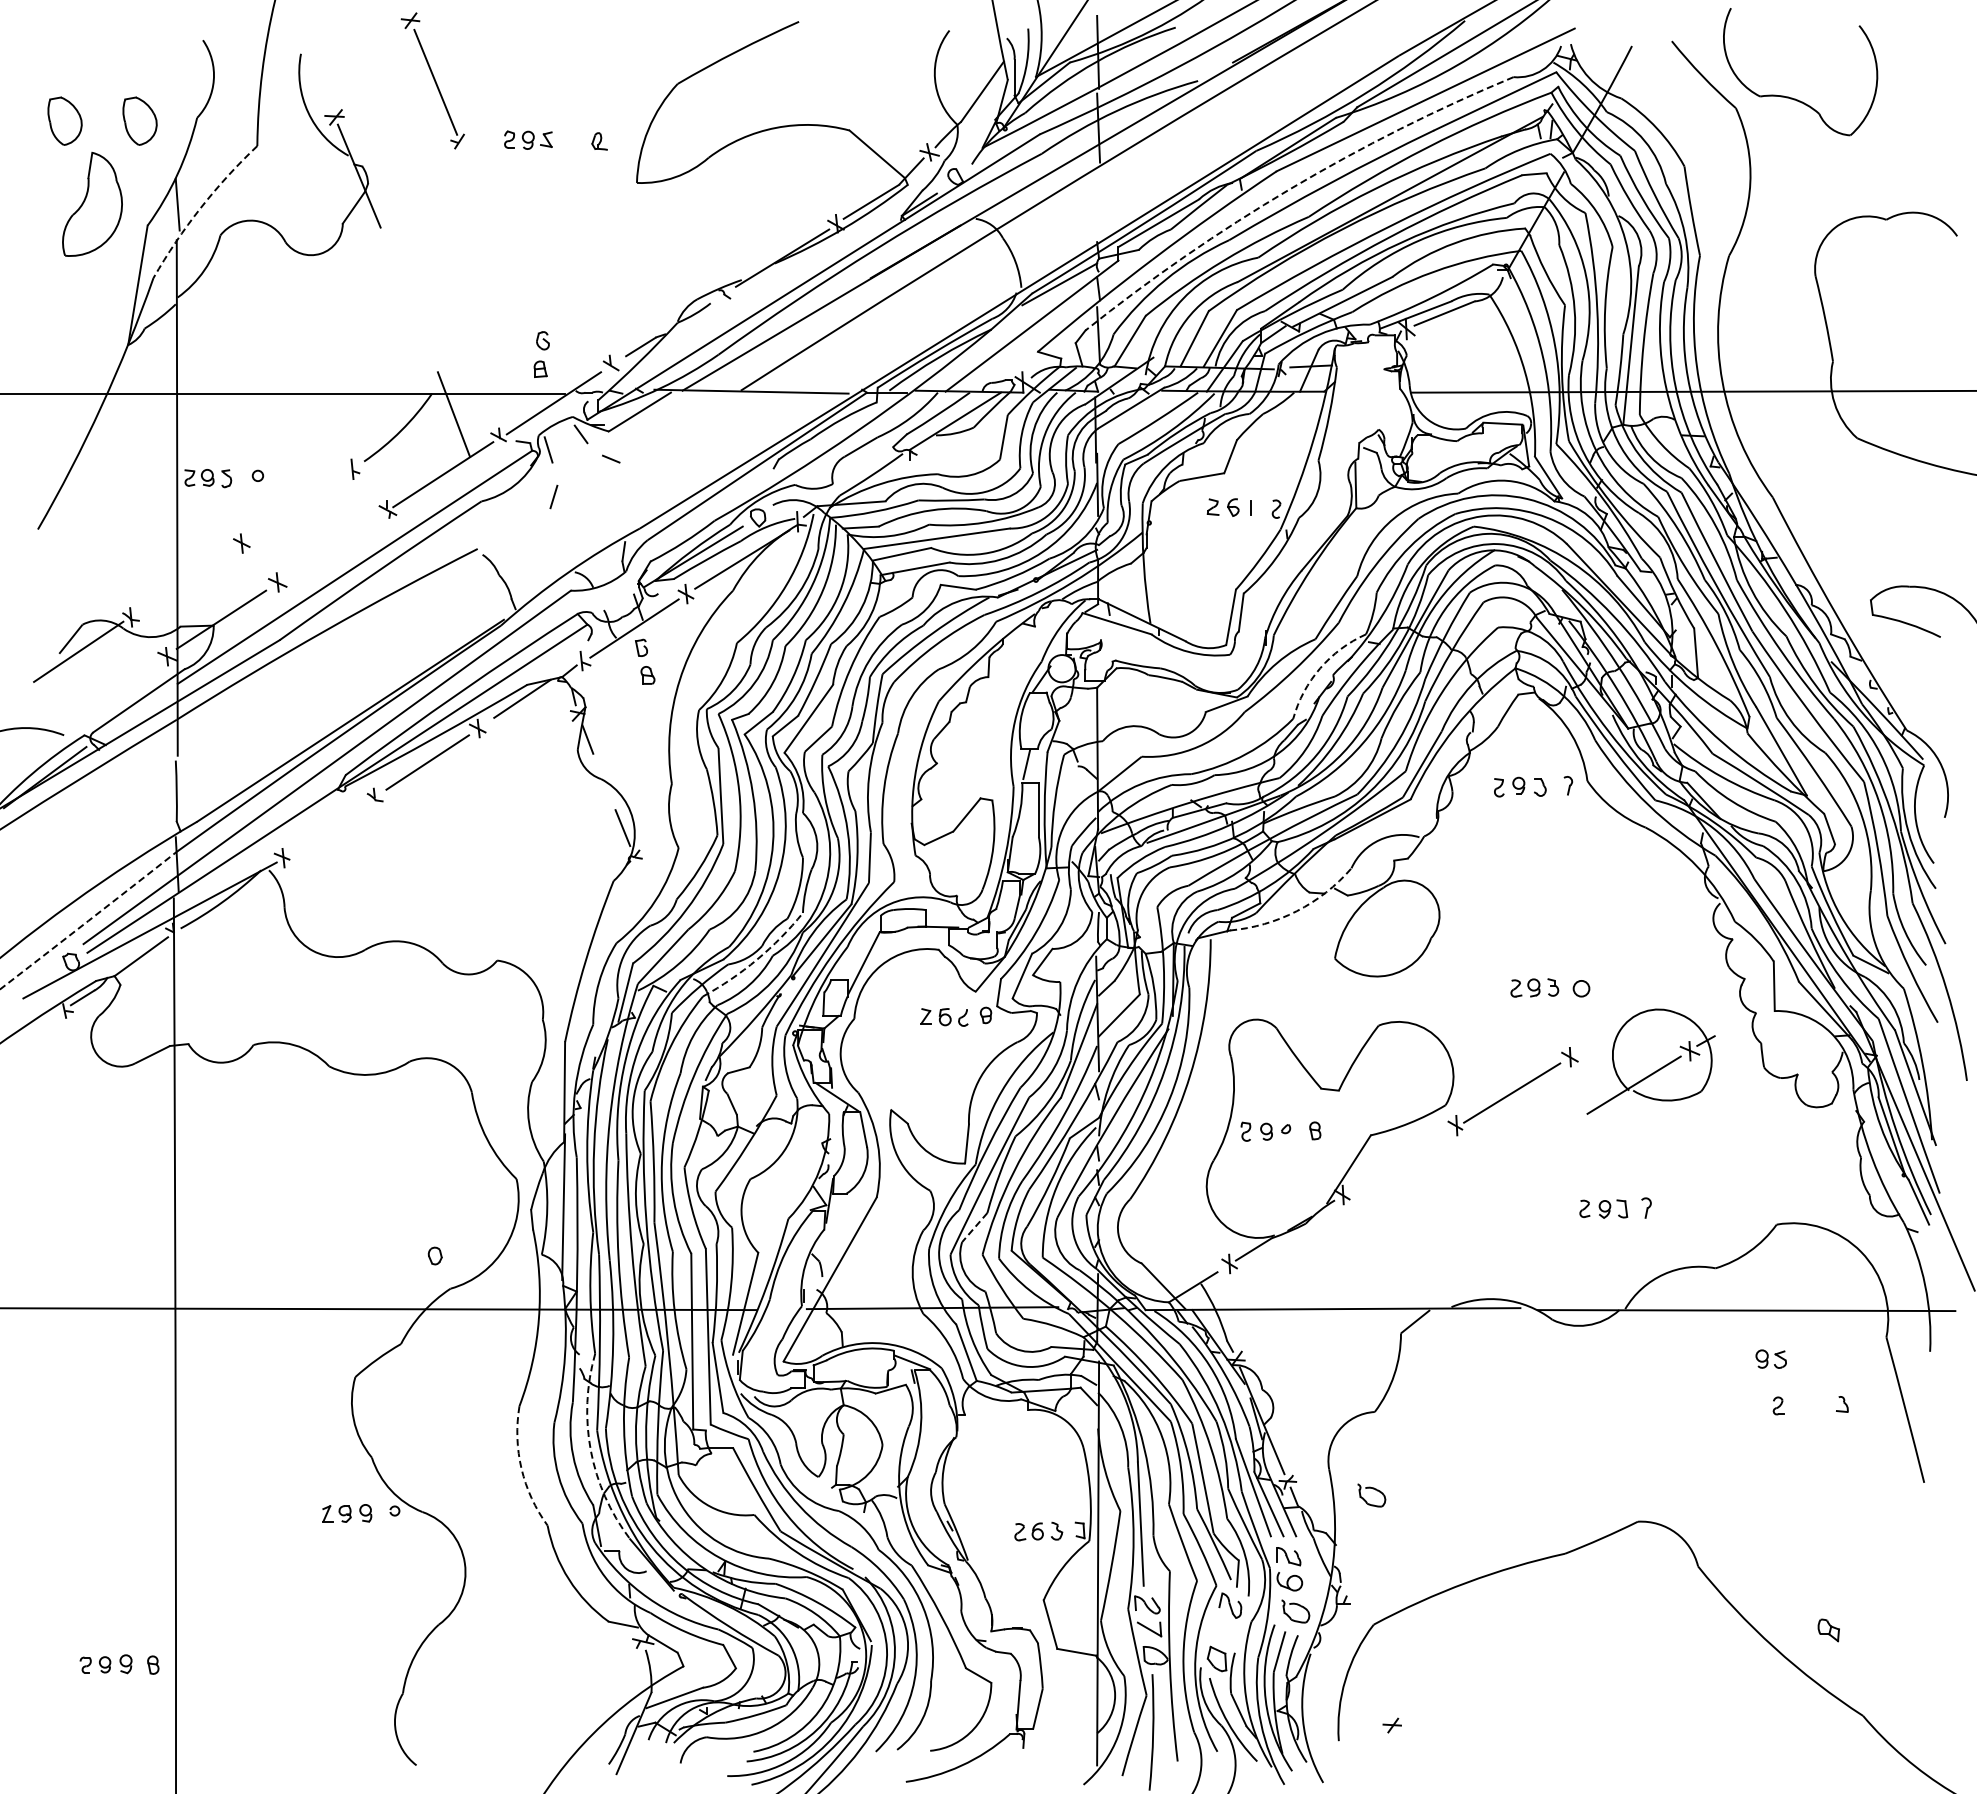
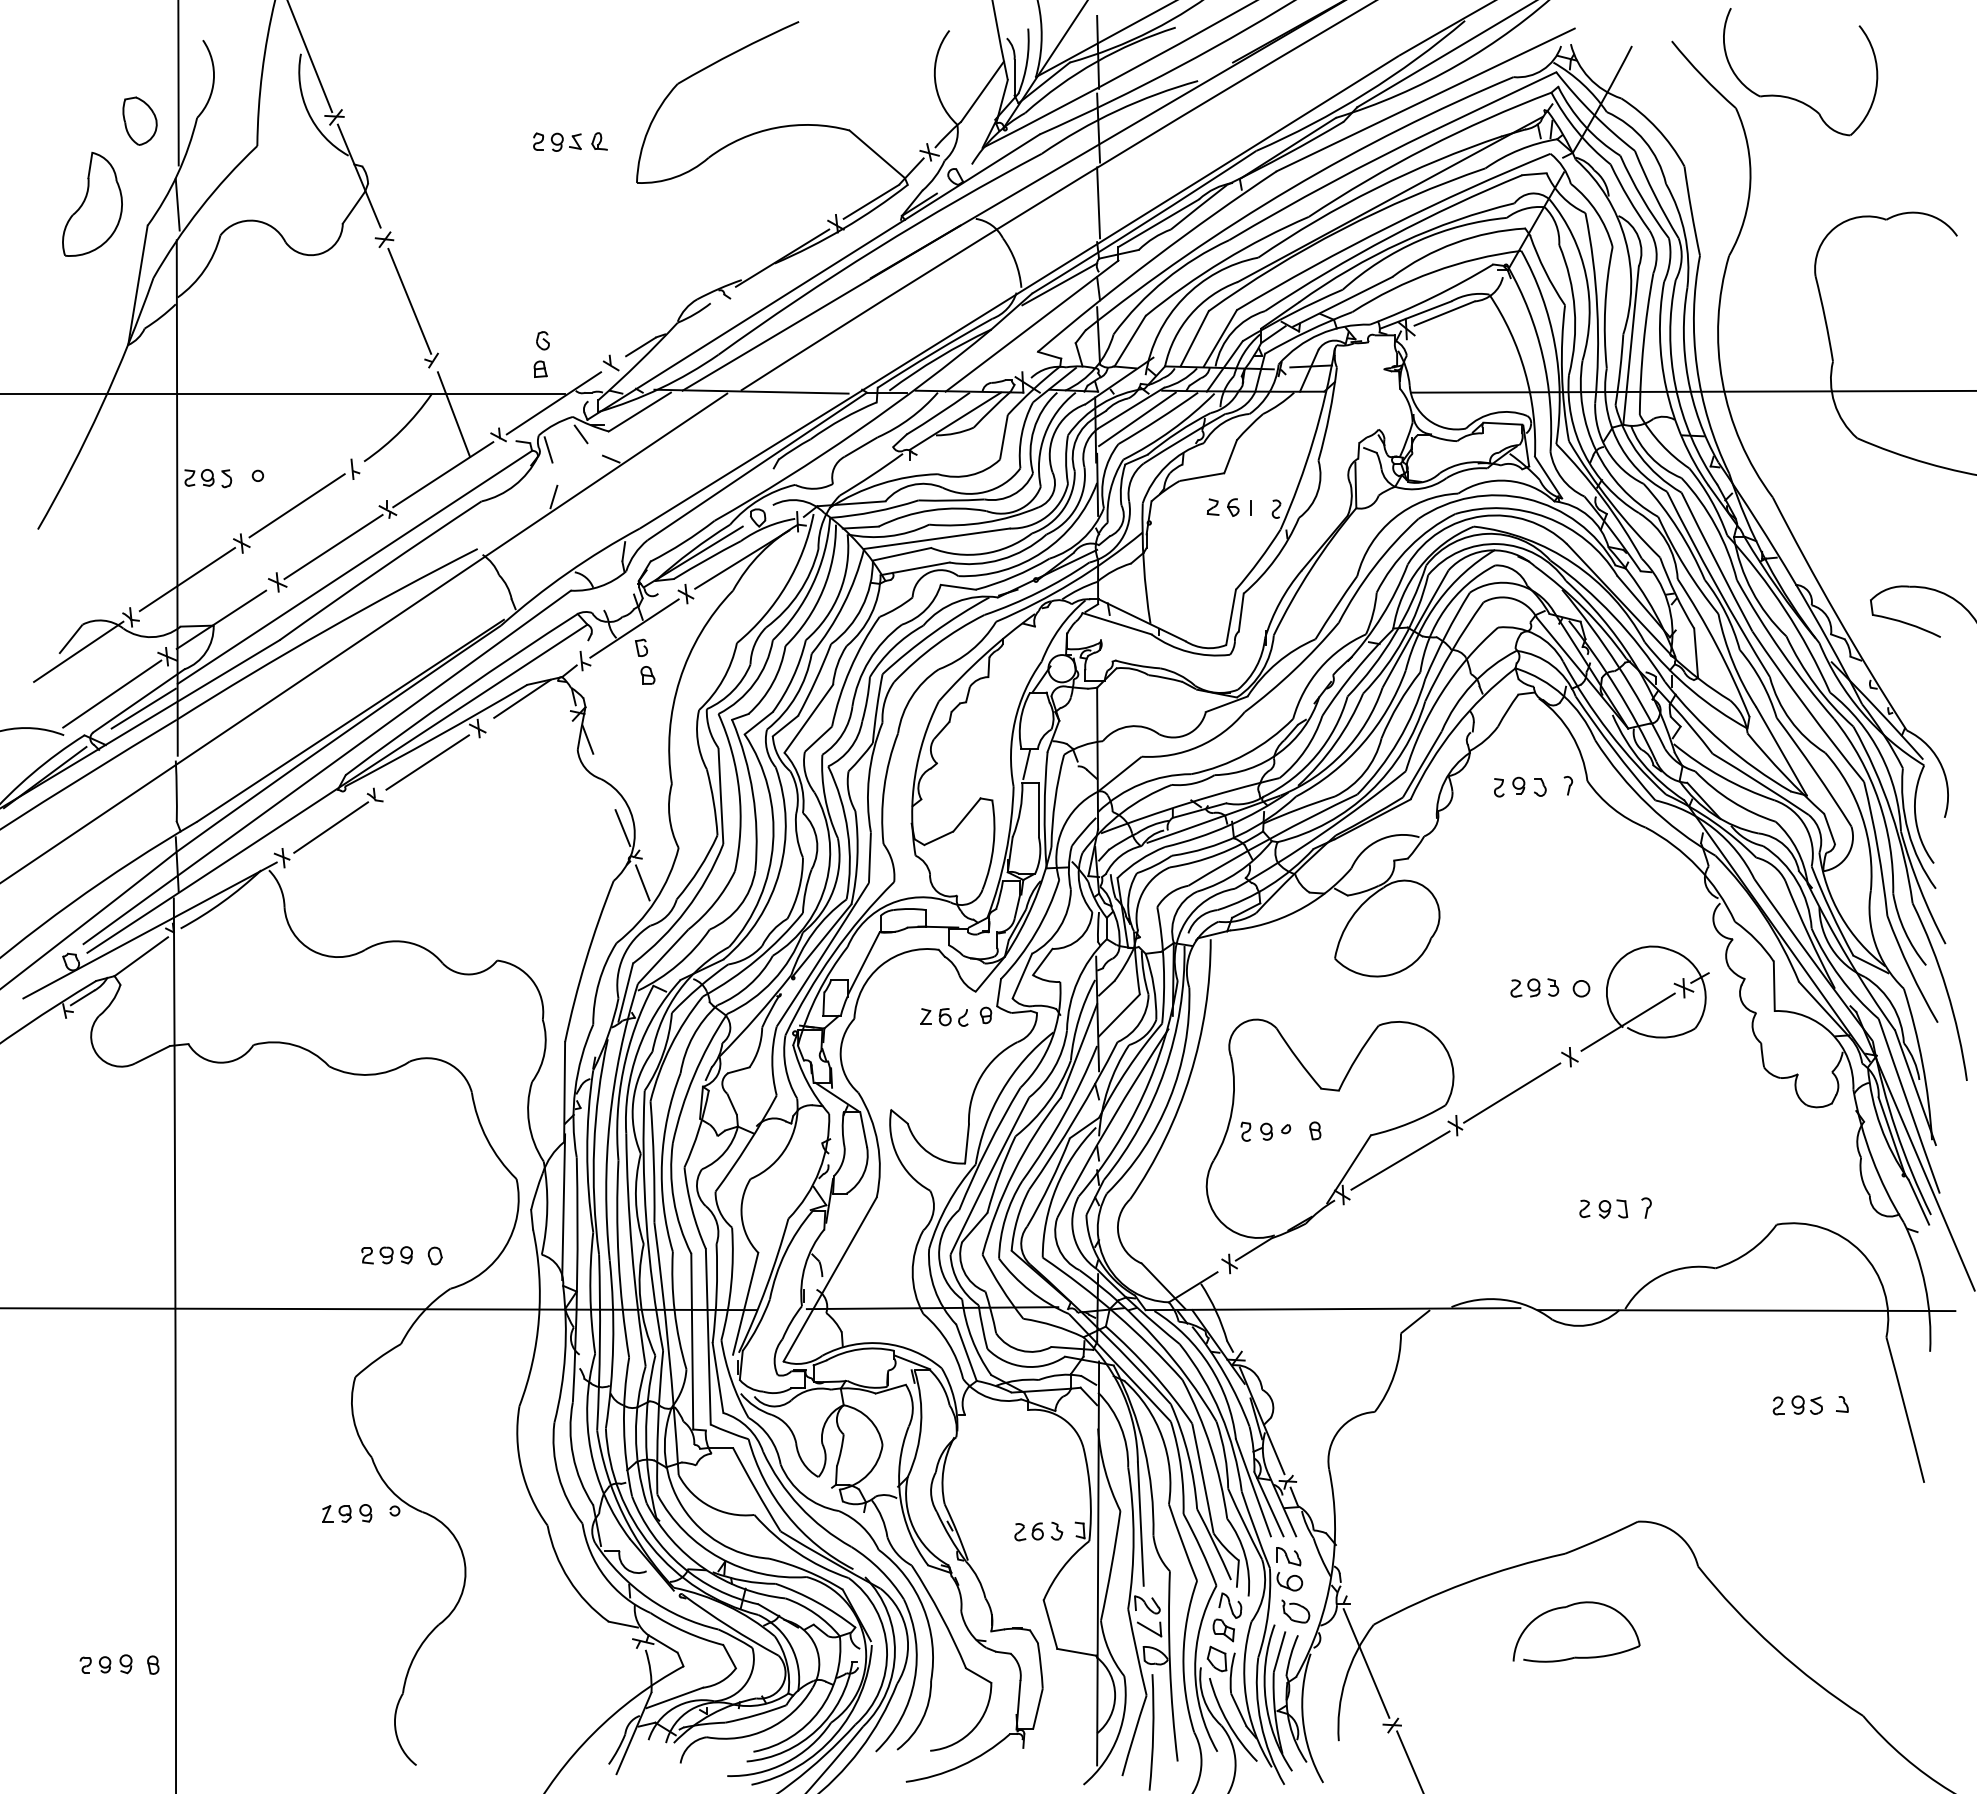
line at (310, 57): none -> present
part at (432, 80) position: (432, 80) -> (406, 299)
line at (178, 83): none -> present
part at (64, 120): present -> none
part at (528, 139) position: (528, 139) -> (557, 141)
arc at (1290, 188): dashed -> solid
line at (1098, 202): none -> present
arc at (200, 208): dashed -> solid
line at (1137, 419): none -> present
line at (296, 505): none -> present
line at (333, 546): none -> present
line at (187, 579): none -> present
line at (364, 637): none -> present
arc at (1320, 668): dashed -> solid
line at (112, 693): none -> present
line at (143, 708): none -> present
line at (331, 827): none -> present
line at (642, 882): none -> present
arc at (1296, 911): dashed -> solid
arc at (88, 920): dashed -> solid
arc at (757, 959): dashed -> solid
part at (1657, 1069) position: (1657, 1069) -> (1651, 1006)
line at (1400, 1160): none -> present
line at (974, 1227): dashed -> solid
part at (386, 1255): none -> present
part at (1770, 1358) position: (1770, 1358) -> (1806, 1404)
arc at (590, 1450): dashed -> solid
arc at (521, 1468): dashed -> solid
part at (1373, 1489): present -> none
part at (1828, 1630) position: (1828, 1630) -> (1223, 1630)
part at (1576, 1656): none -> present
line at (1366, 1663): none -> present
line at (1409, 1760): none -> present
